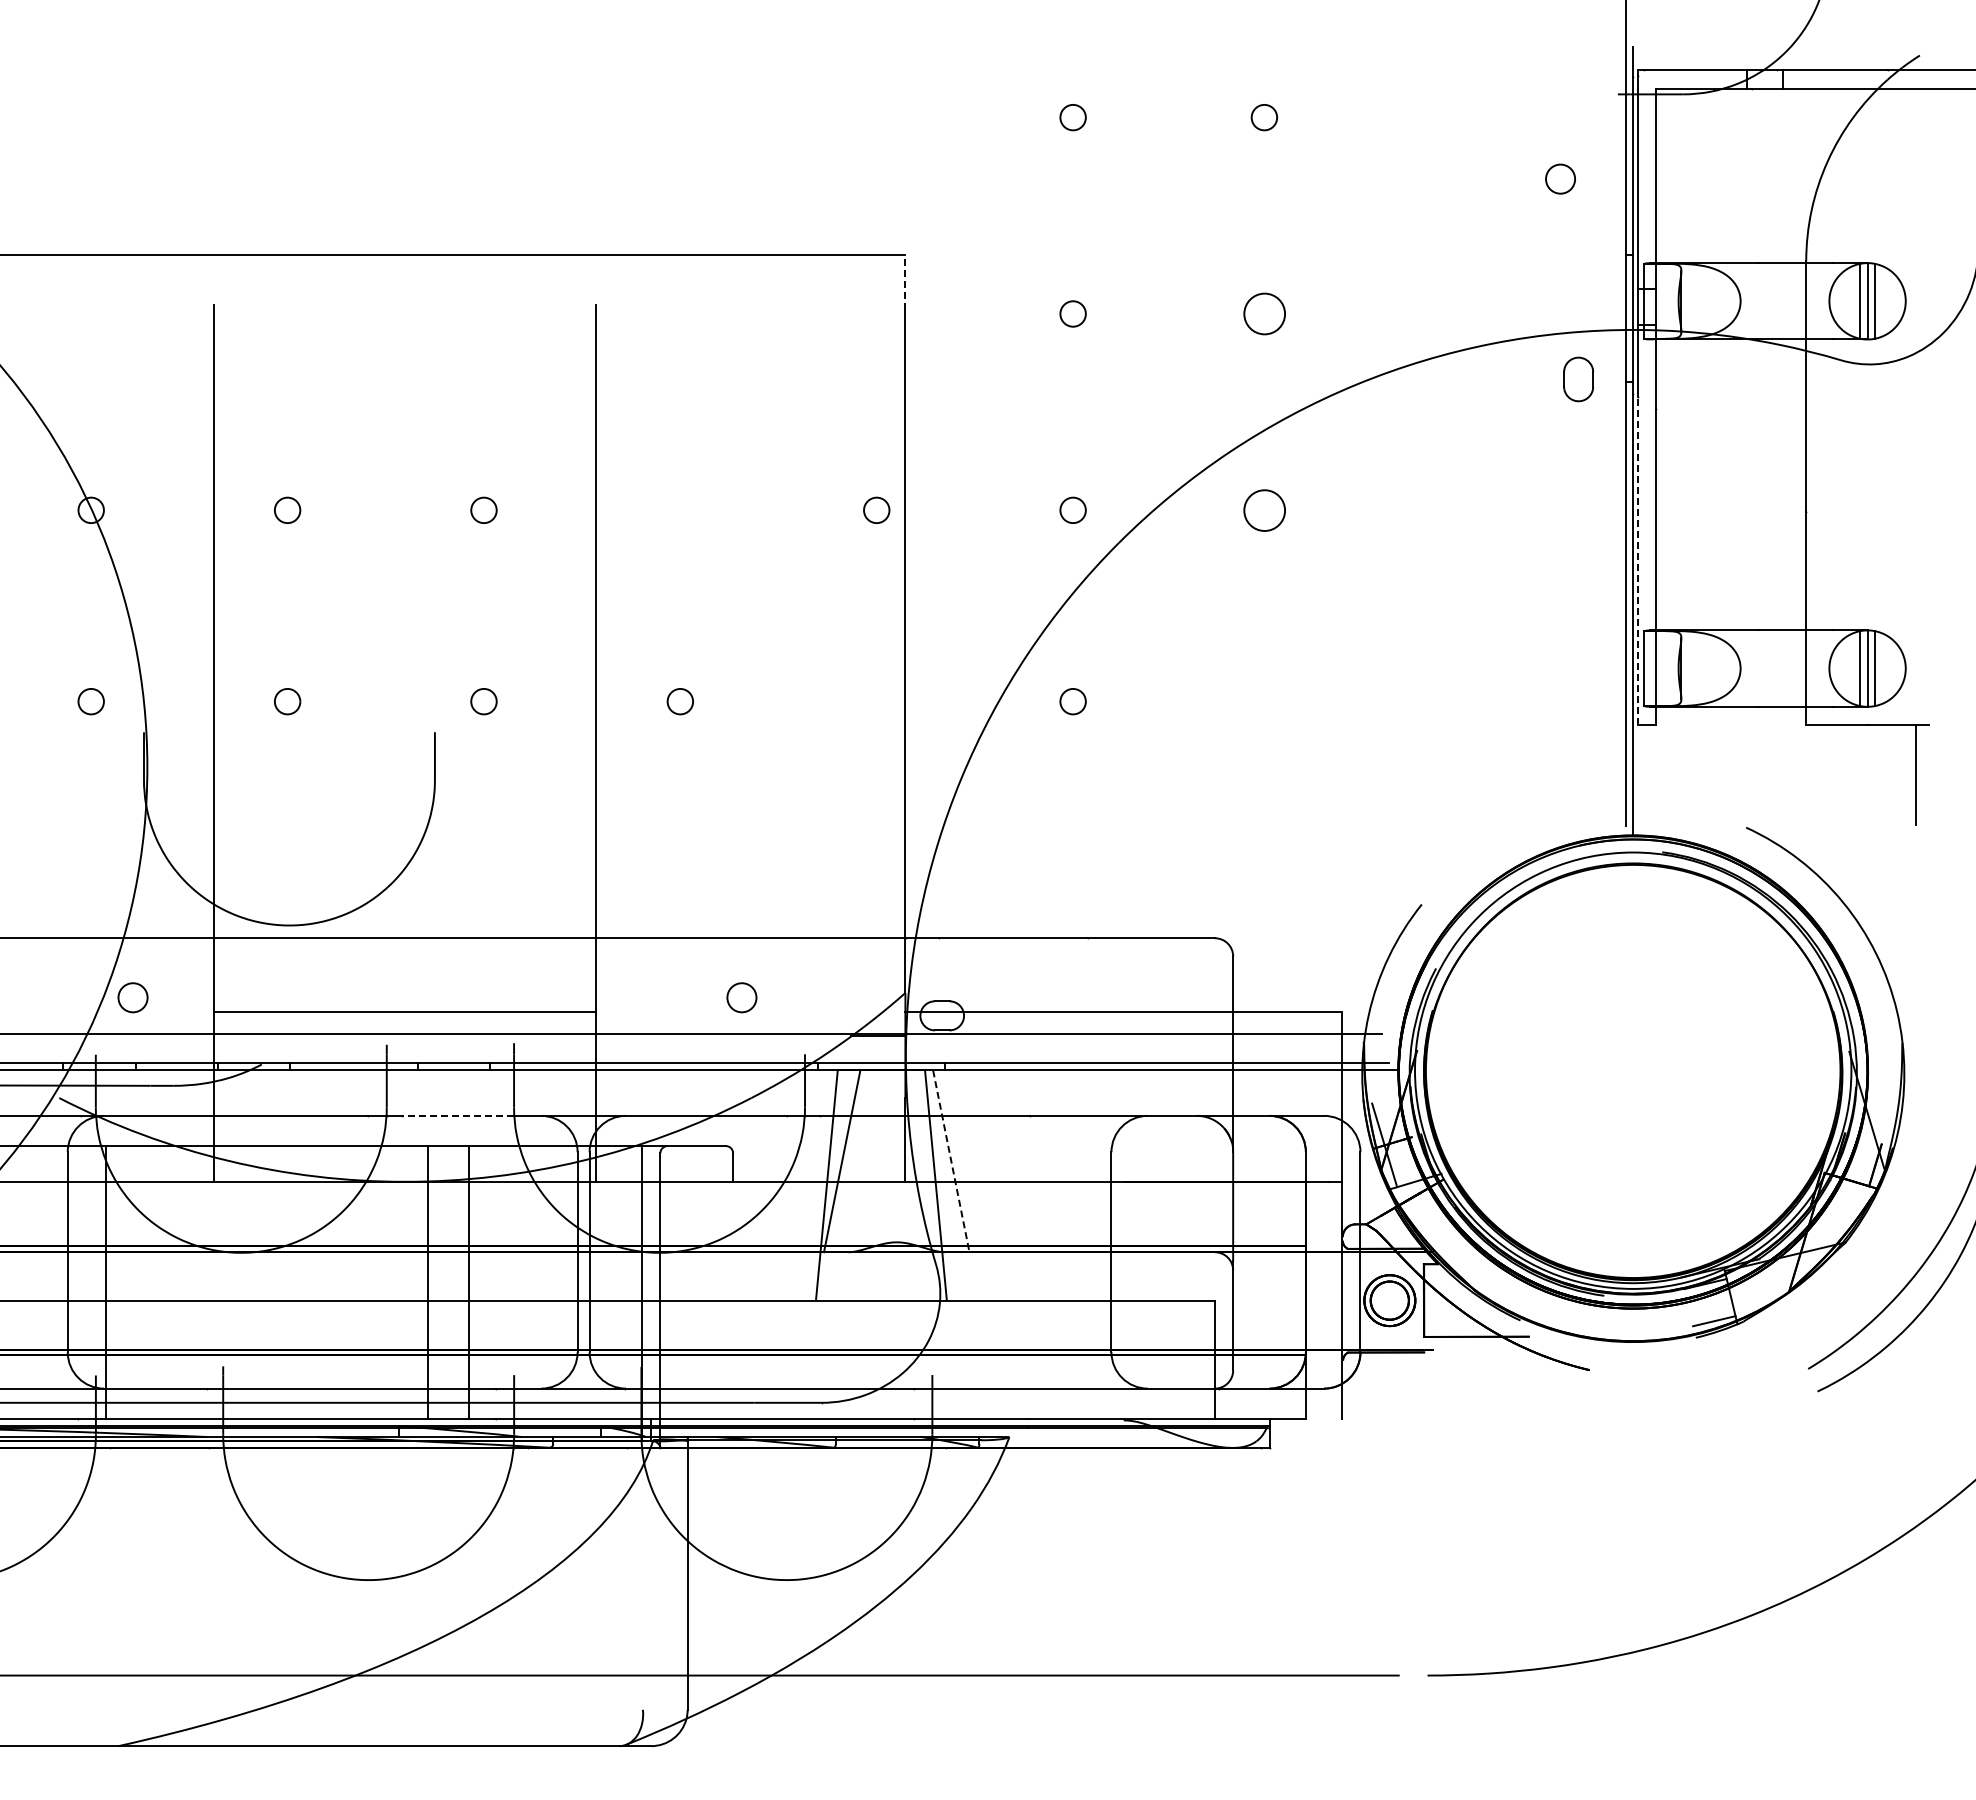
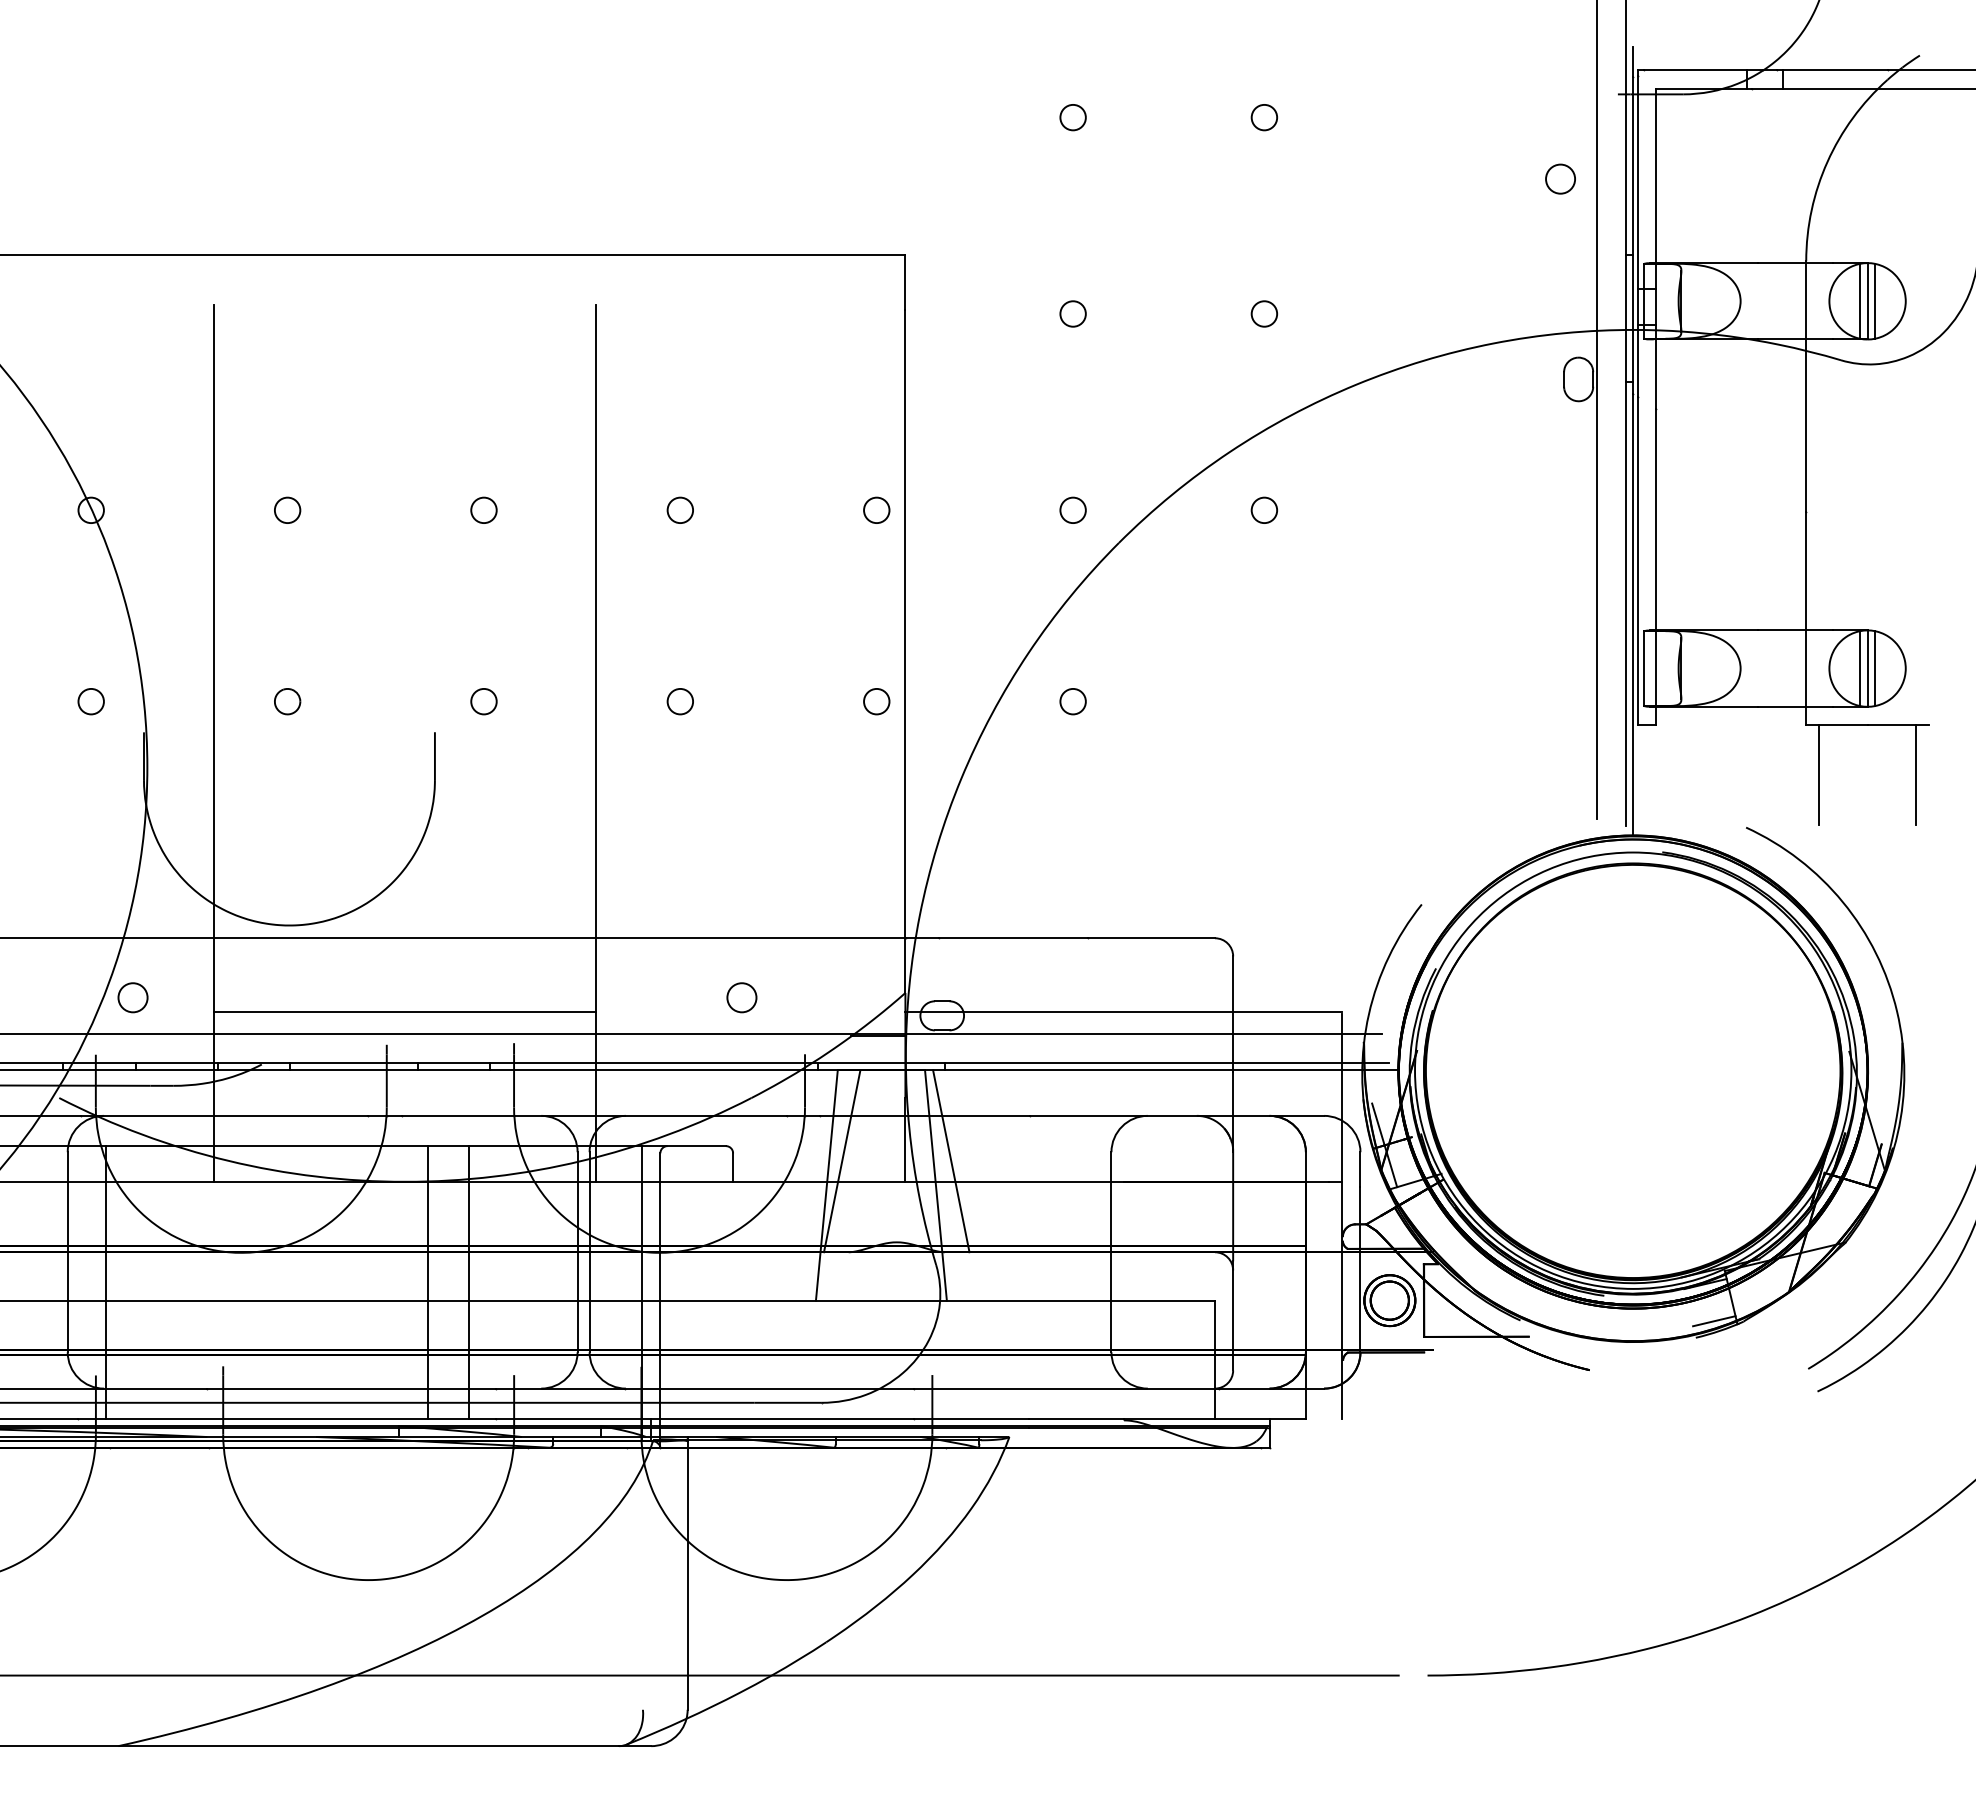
line at (905, 281): dashed -> solid
circle at (1264, 313) size: 43x44 px -> 28x28 px
line at (1596, 410): none -> present
circle at (679, 509): none -> present
circle at (1264, 510) size: 43x43 px -> 28x28 px
line at (1637, 561): dashed -> solid
circle at (876, 701): none -> present
line at (1818, 774): none -> present
line at (457, 1115): dashed -> solid
line at (951, 1161): dashed -> solid
